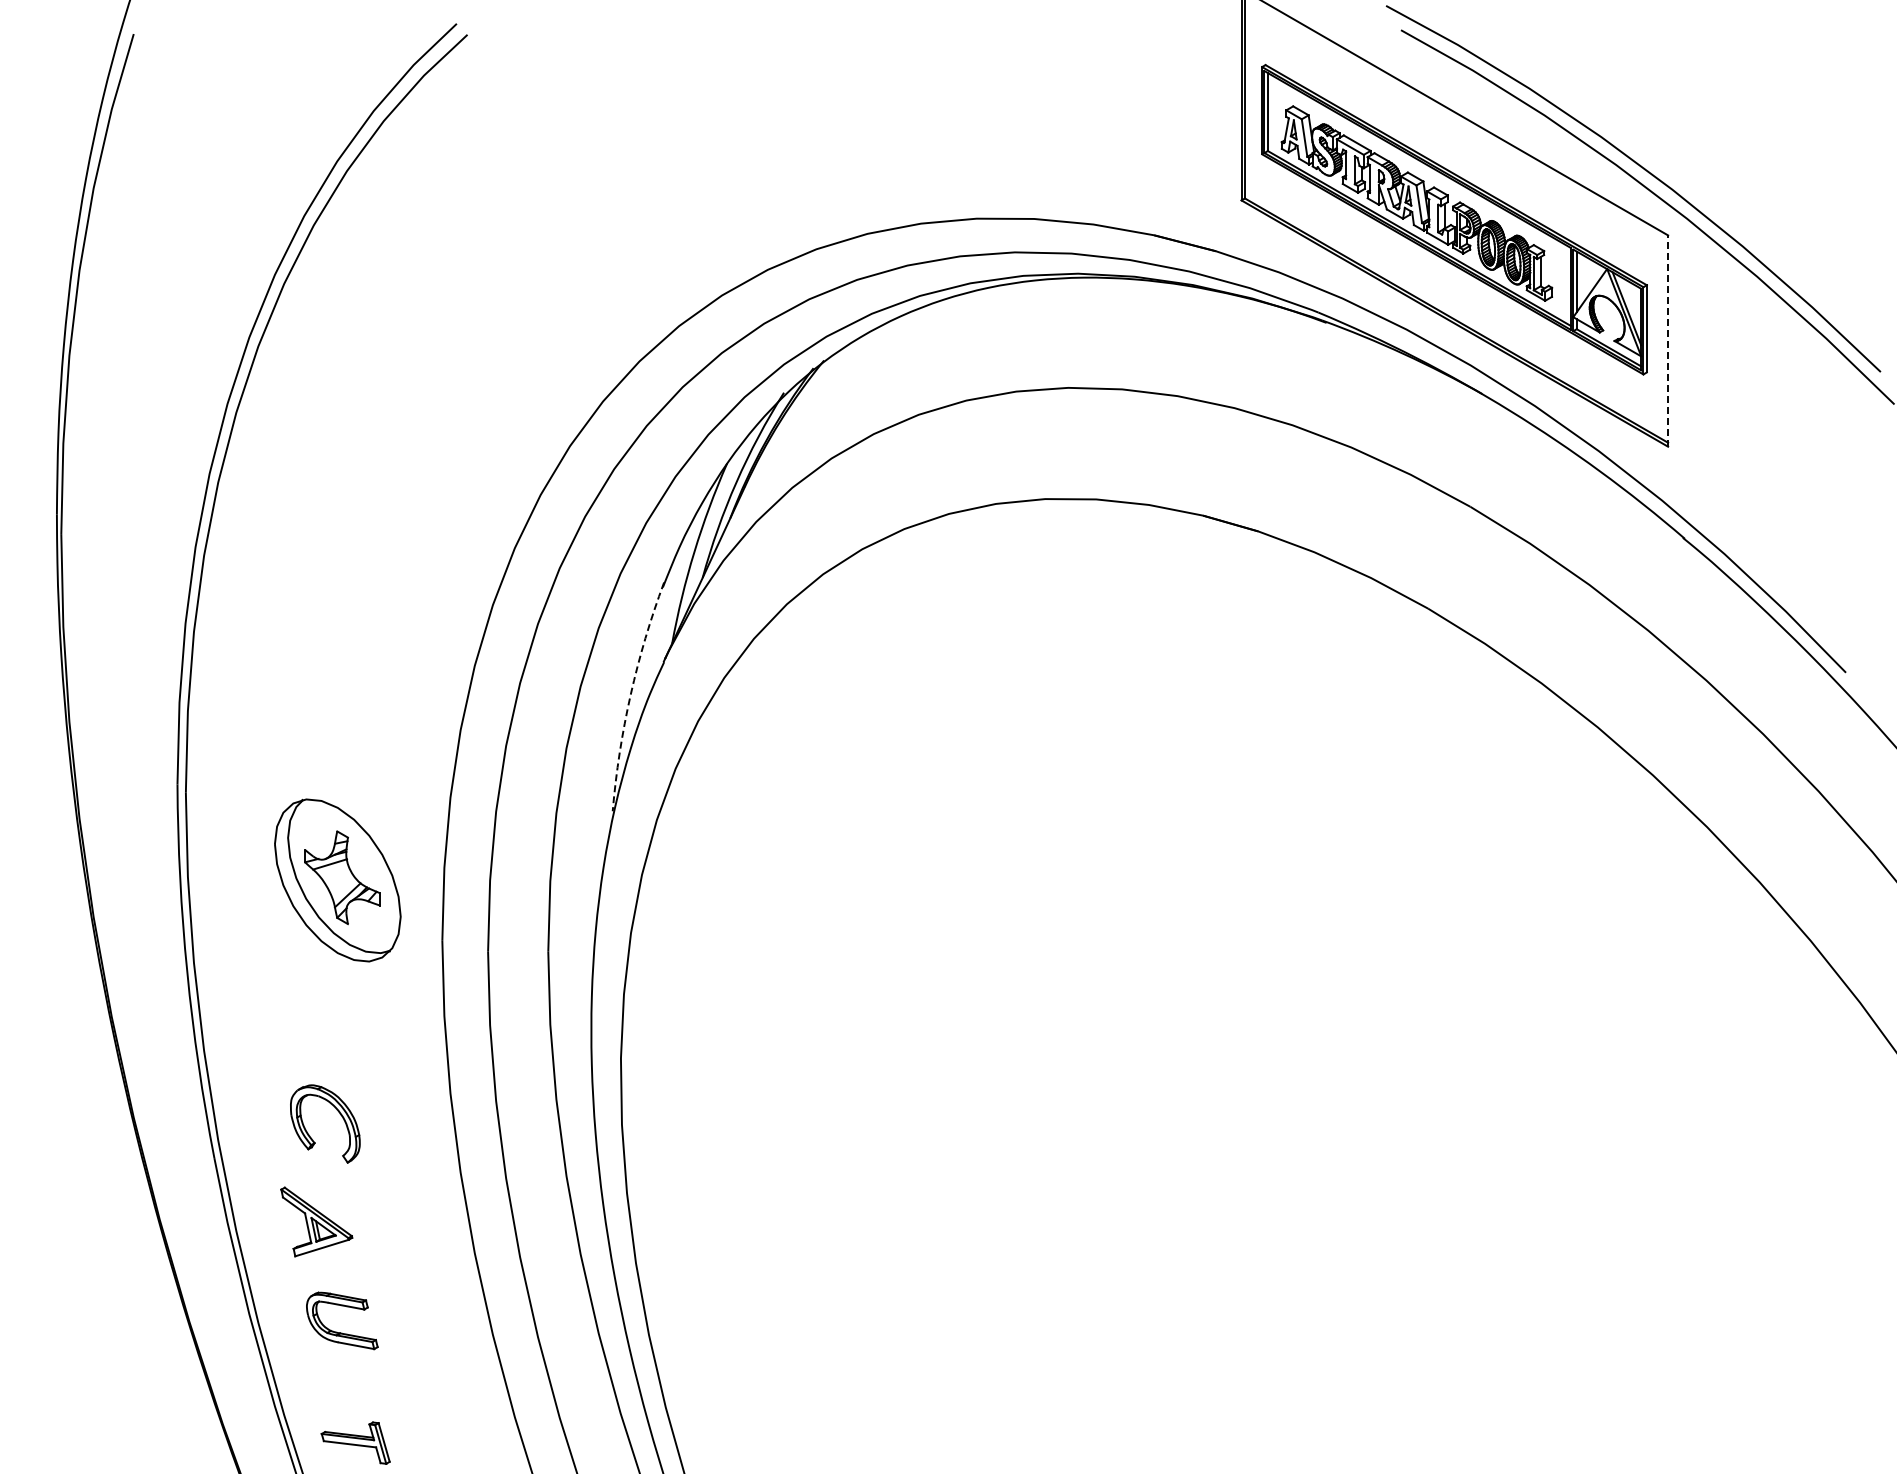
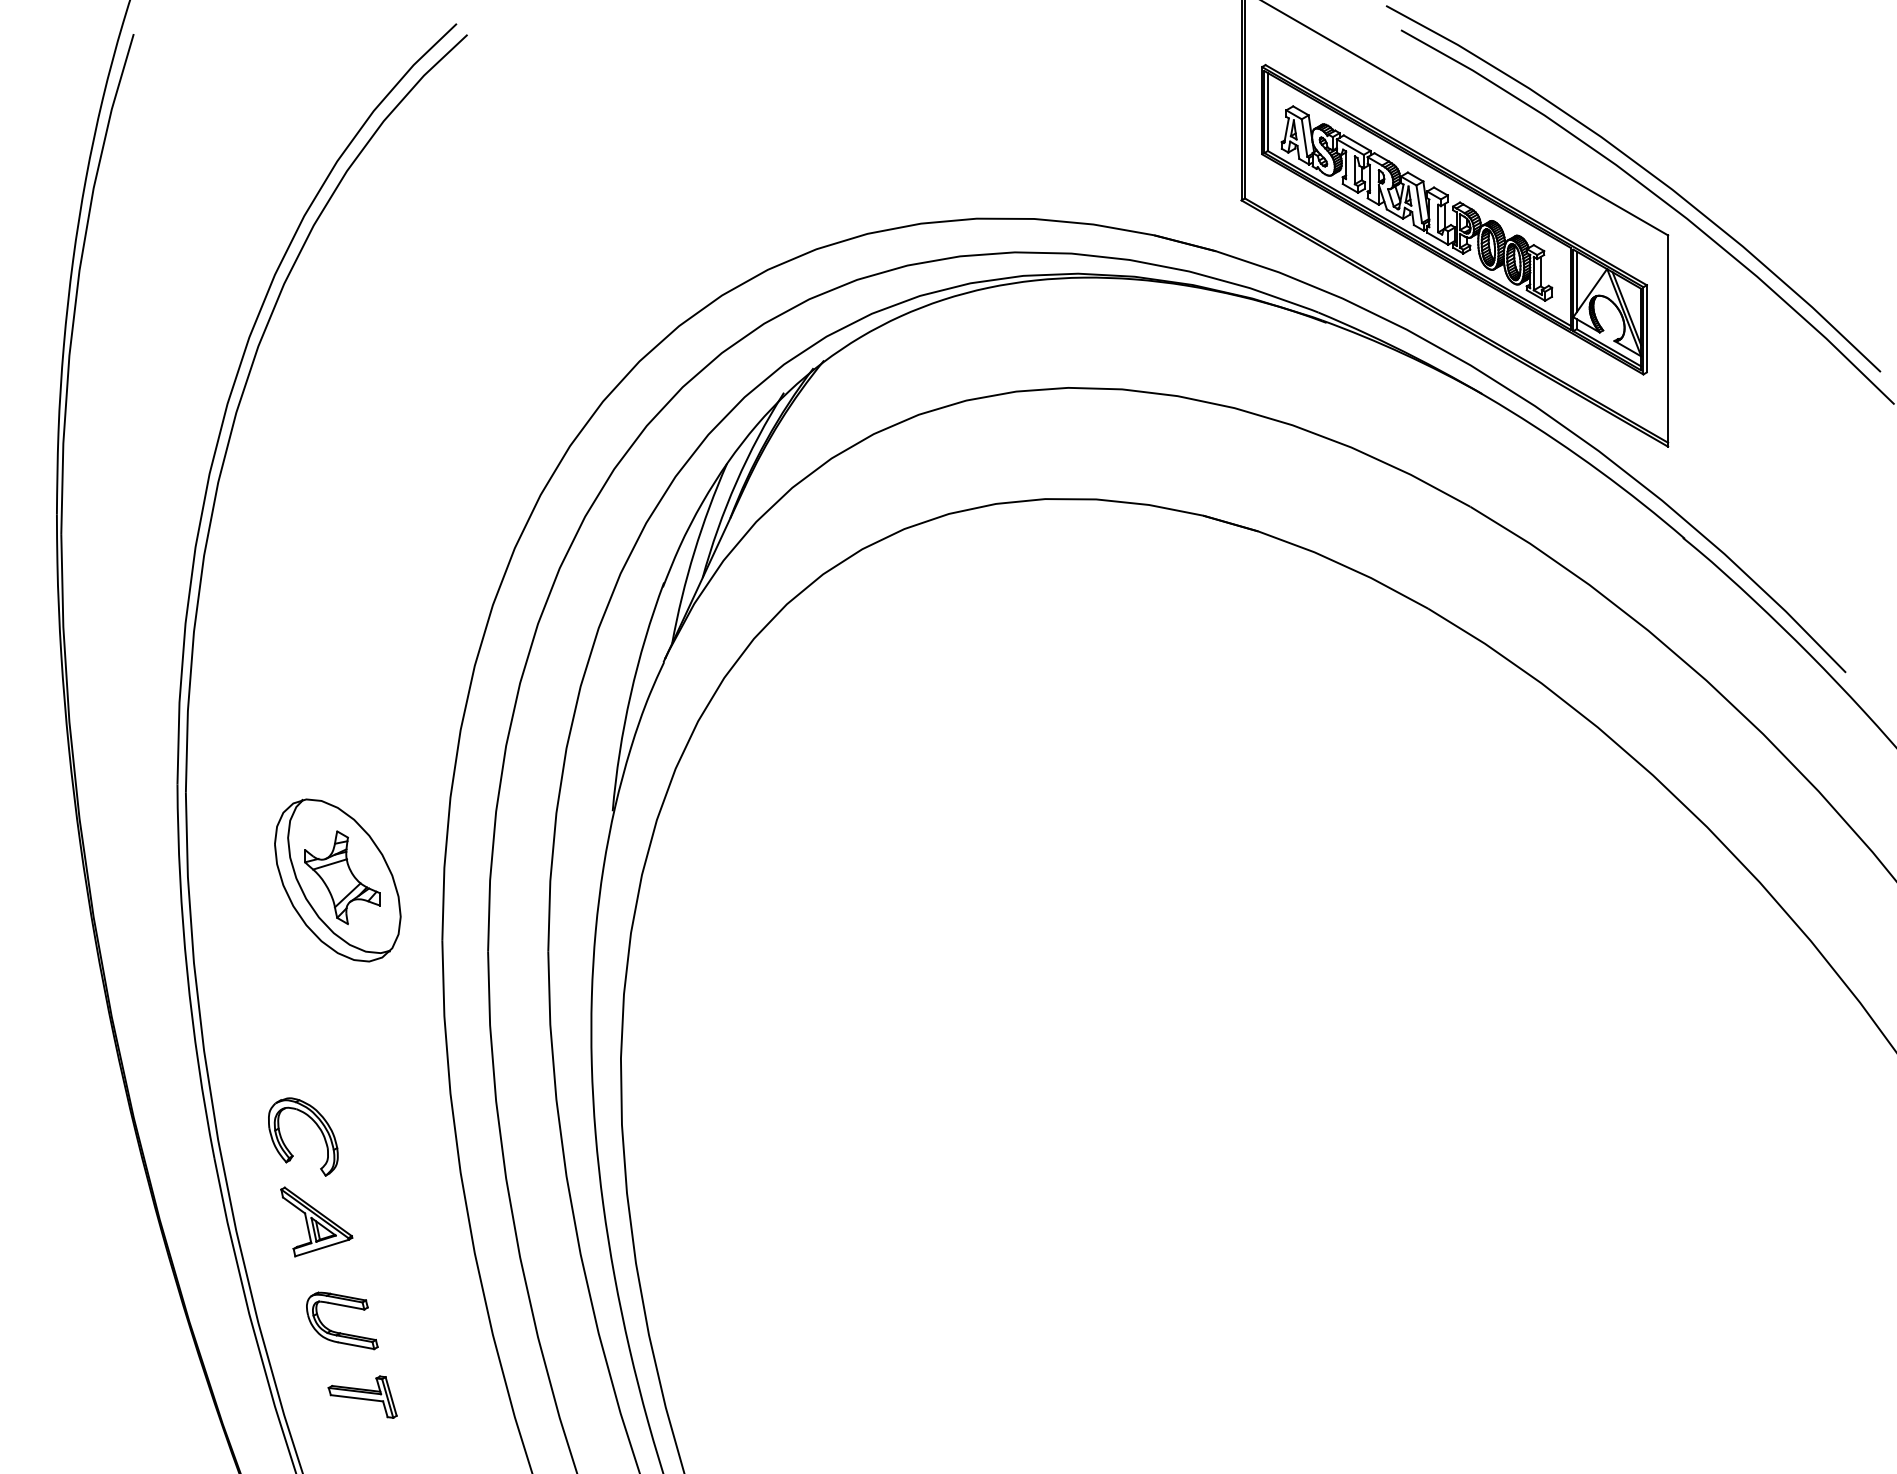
line at (1668, 341): dashed -> solid
arc at (630, 695): dashed -> solid
part at (337, 1111) position: (337, 1111) -> (315, 1124)
part at (355, 1442) position: (355, 1442) -> (362, 1396)
